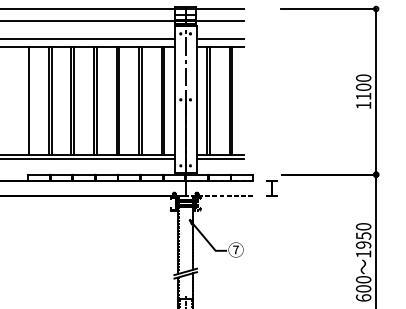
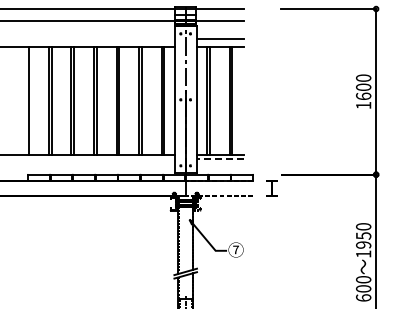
line at (88, 38): present -> none
text at (363, 95): 1100 -> 1600
line at (88, 159): present -> none
line at (220, 159): solid -> dashed
